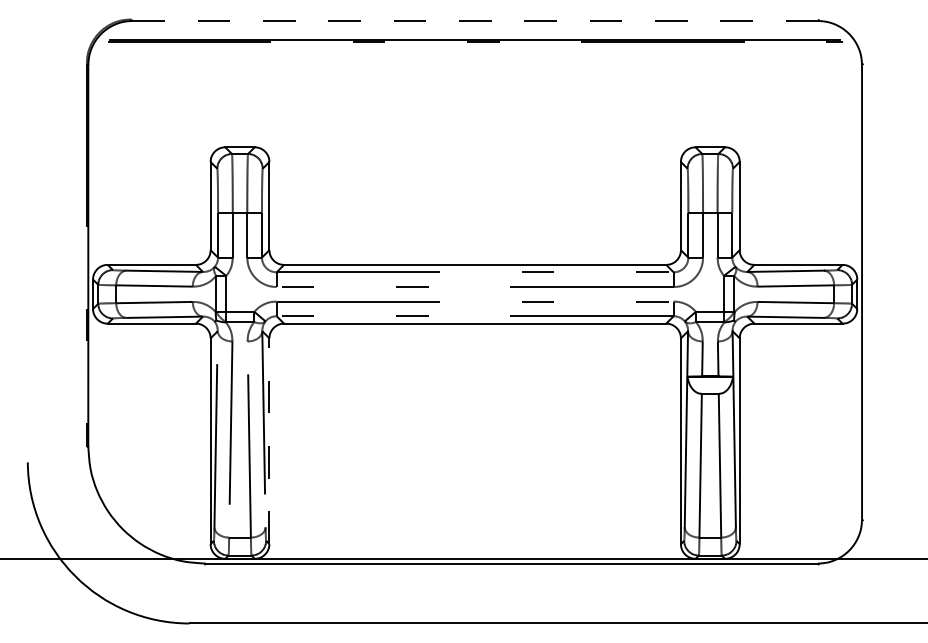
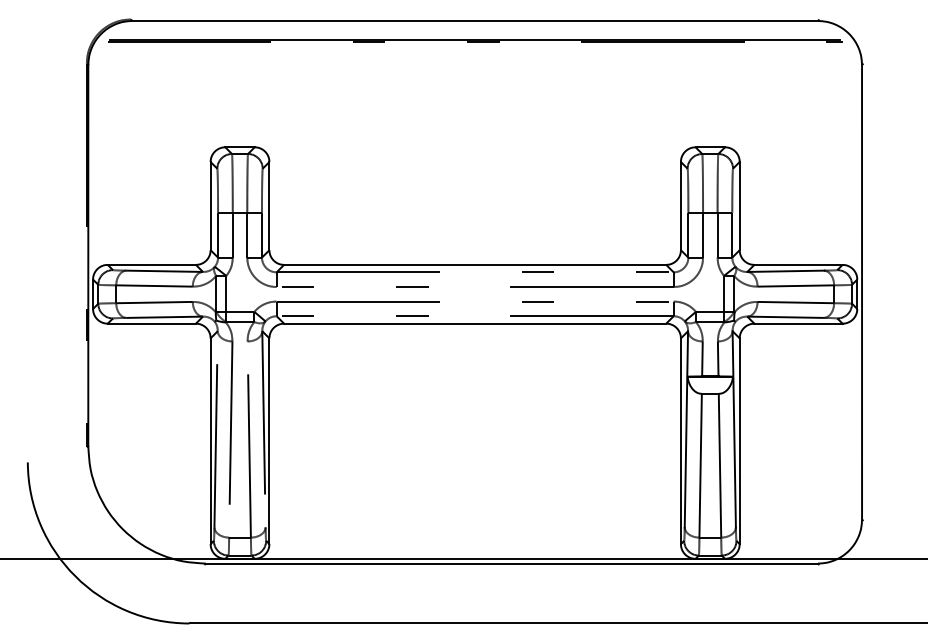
line at (475, 20): dashed -> solid
line at (269, 441): dashed -> solid
